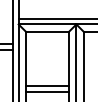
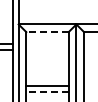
line at (56, 18): present -> none
line at (47, 32): solid -> dashed
line at (47, 91): solid -> dashed
